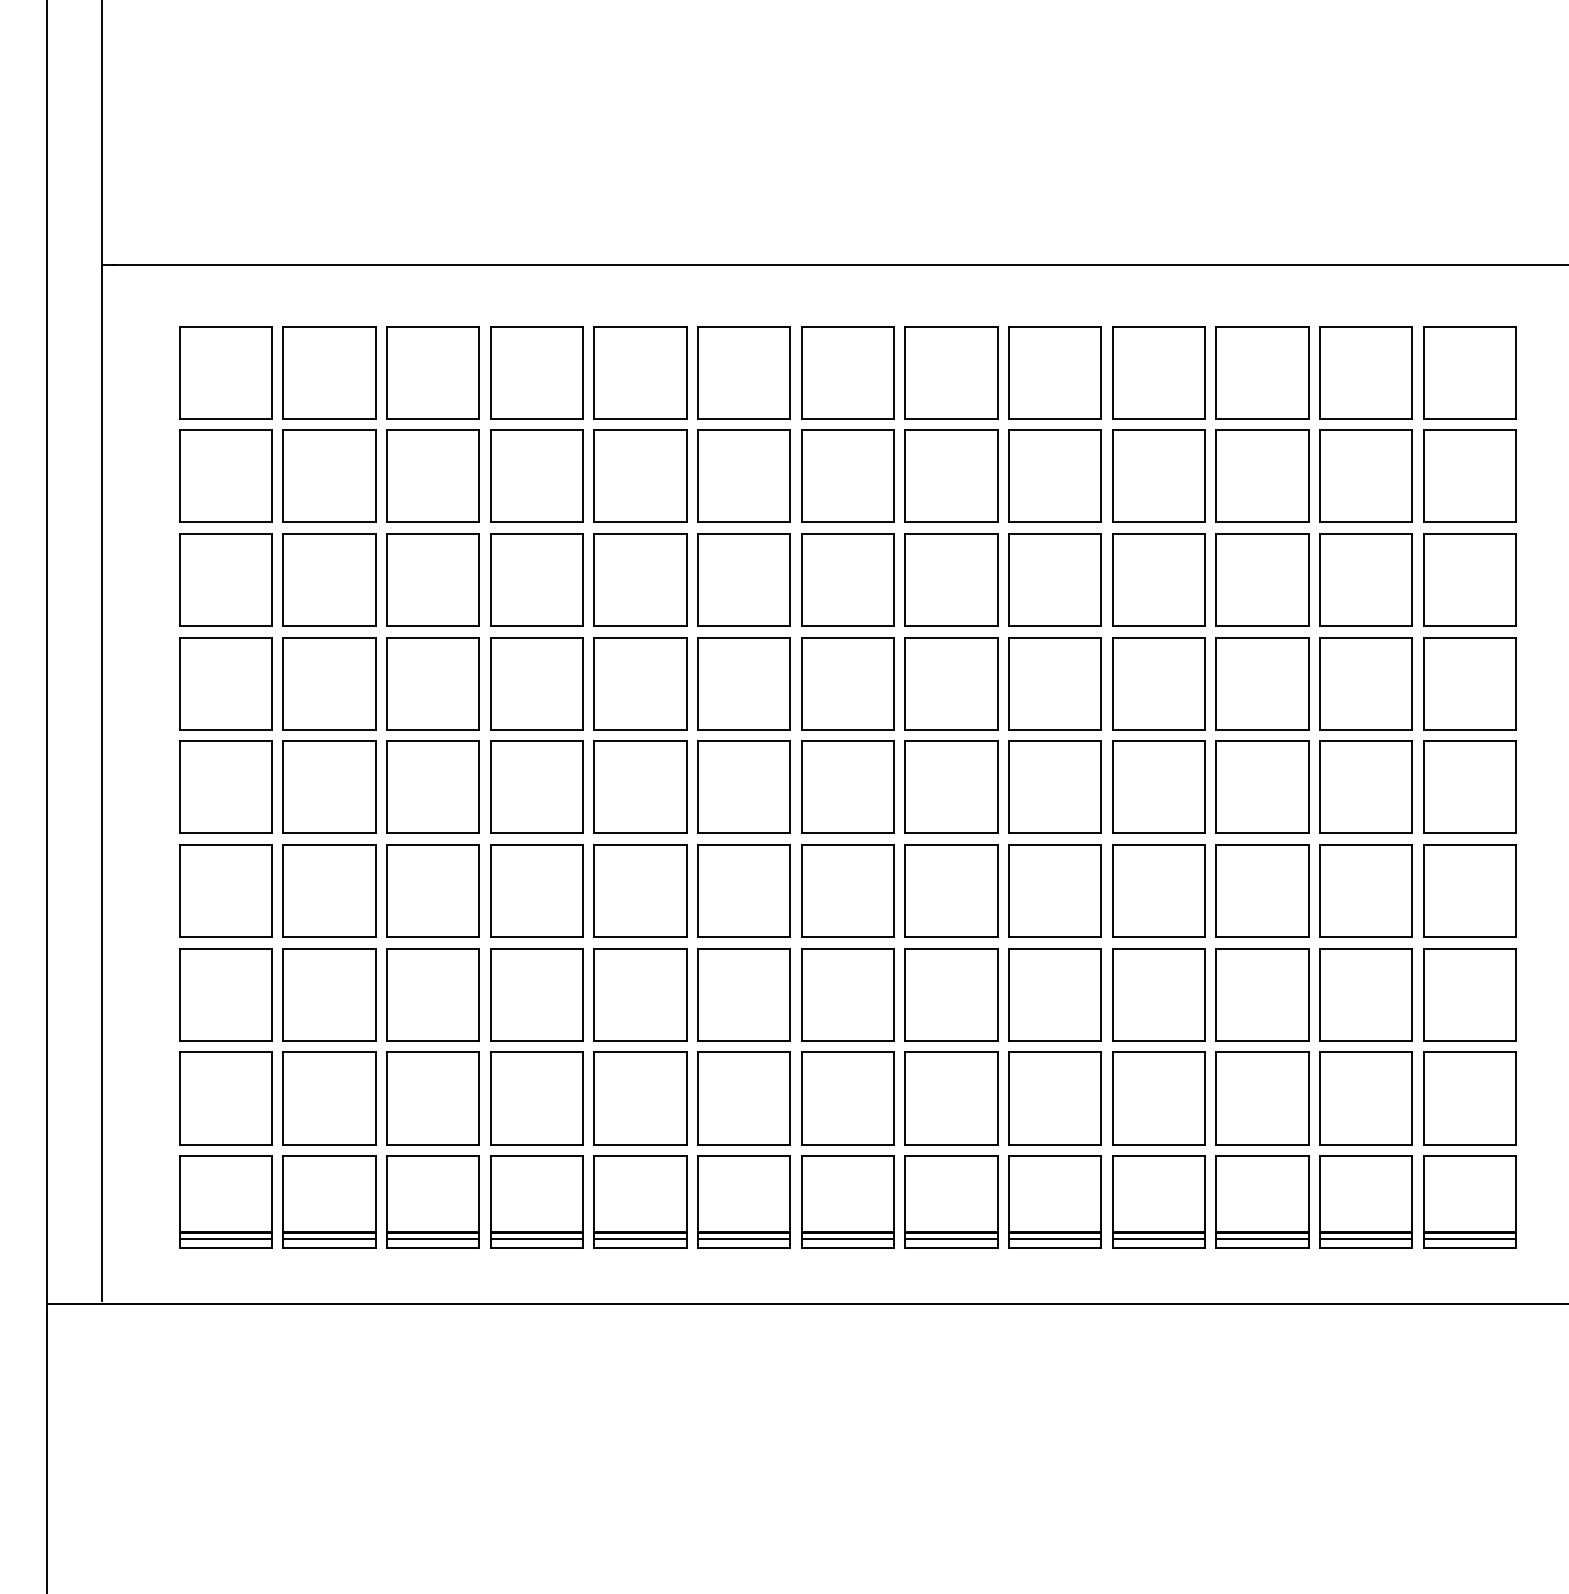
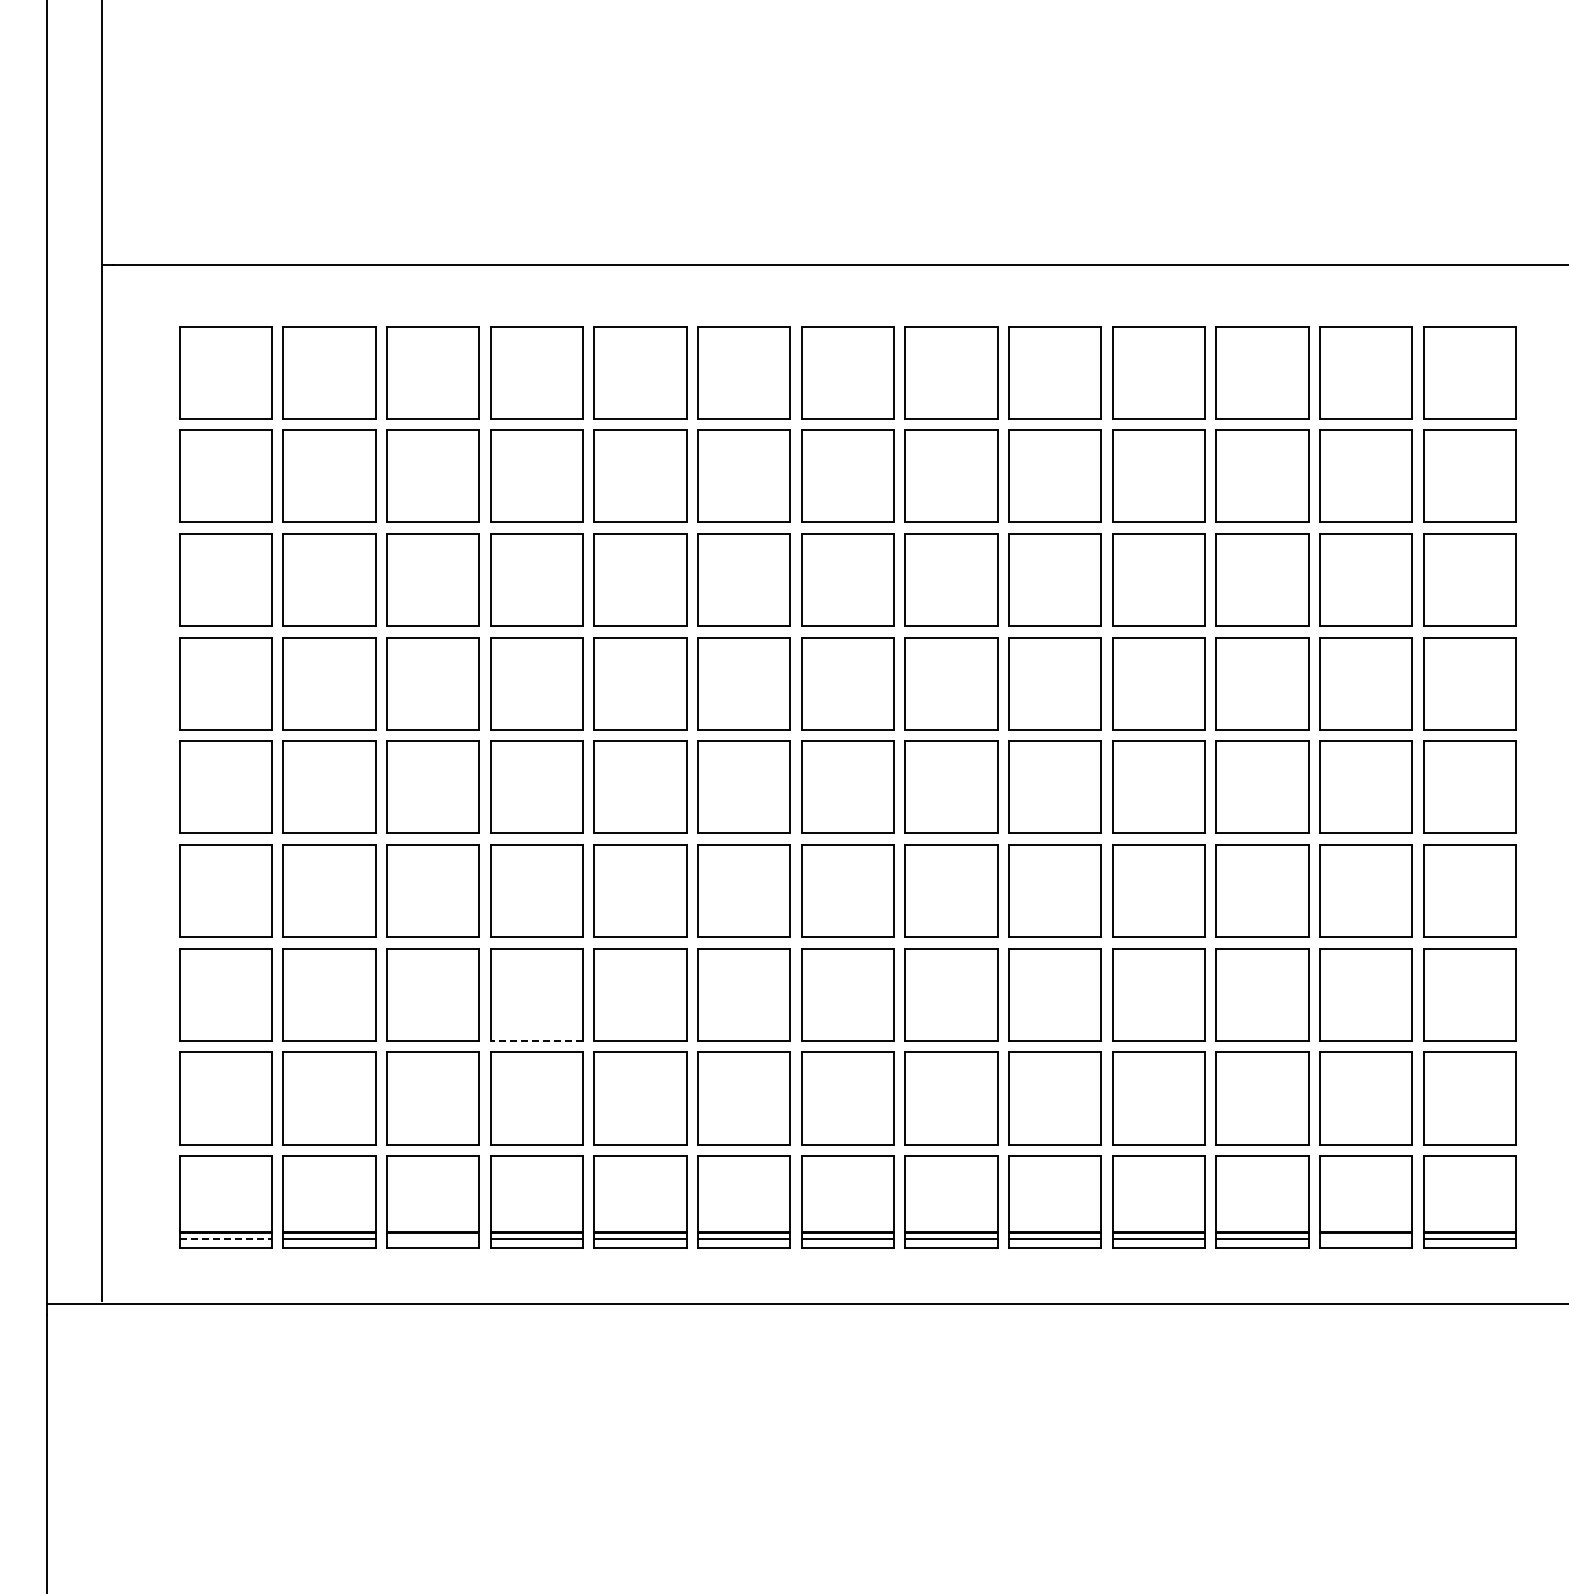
line at (536, 1040): solid -> dashed
line at (226, 1238): solid -> dashed
line at (433, 1238): present -> none
line at (1366, 1238): present -> none
